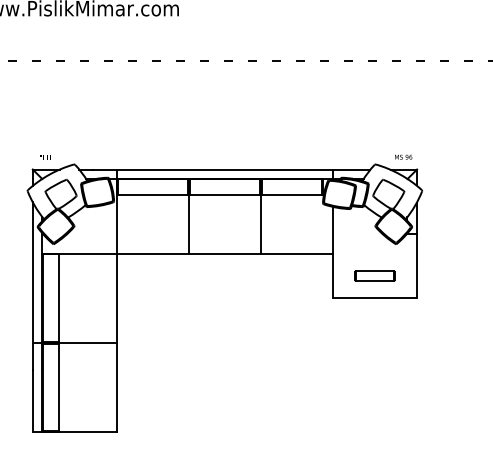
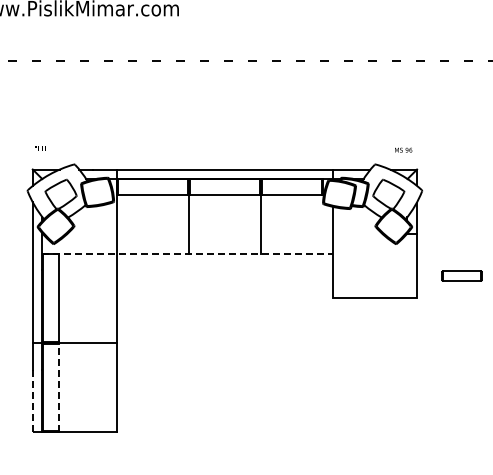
text at (403, 156) position: (403, 156) -> (403, 149)
text at (45, 157) position: (45, 157) -> (40, 148)
line at (188, 253): solid -> dashed
part at (374, 275) position: (374, 275) -> (461, 275)
line at (58, 387): solid -> dashed
line at (32, 400): solid -> dashed
